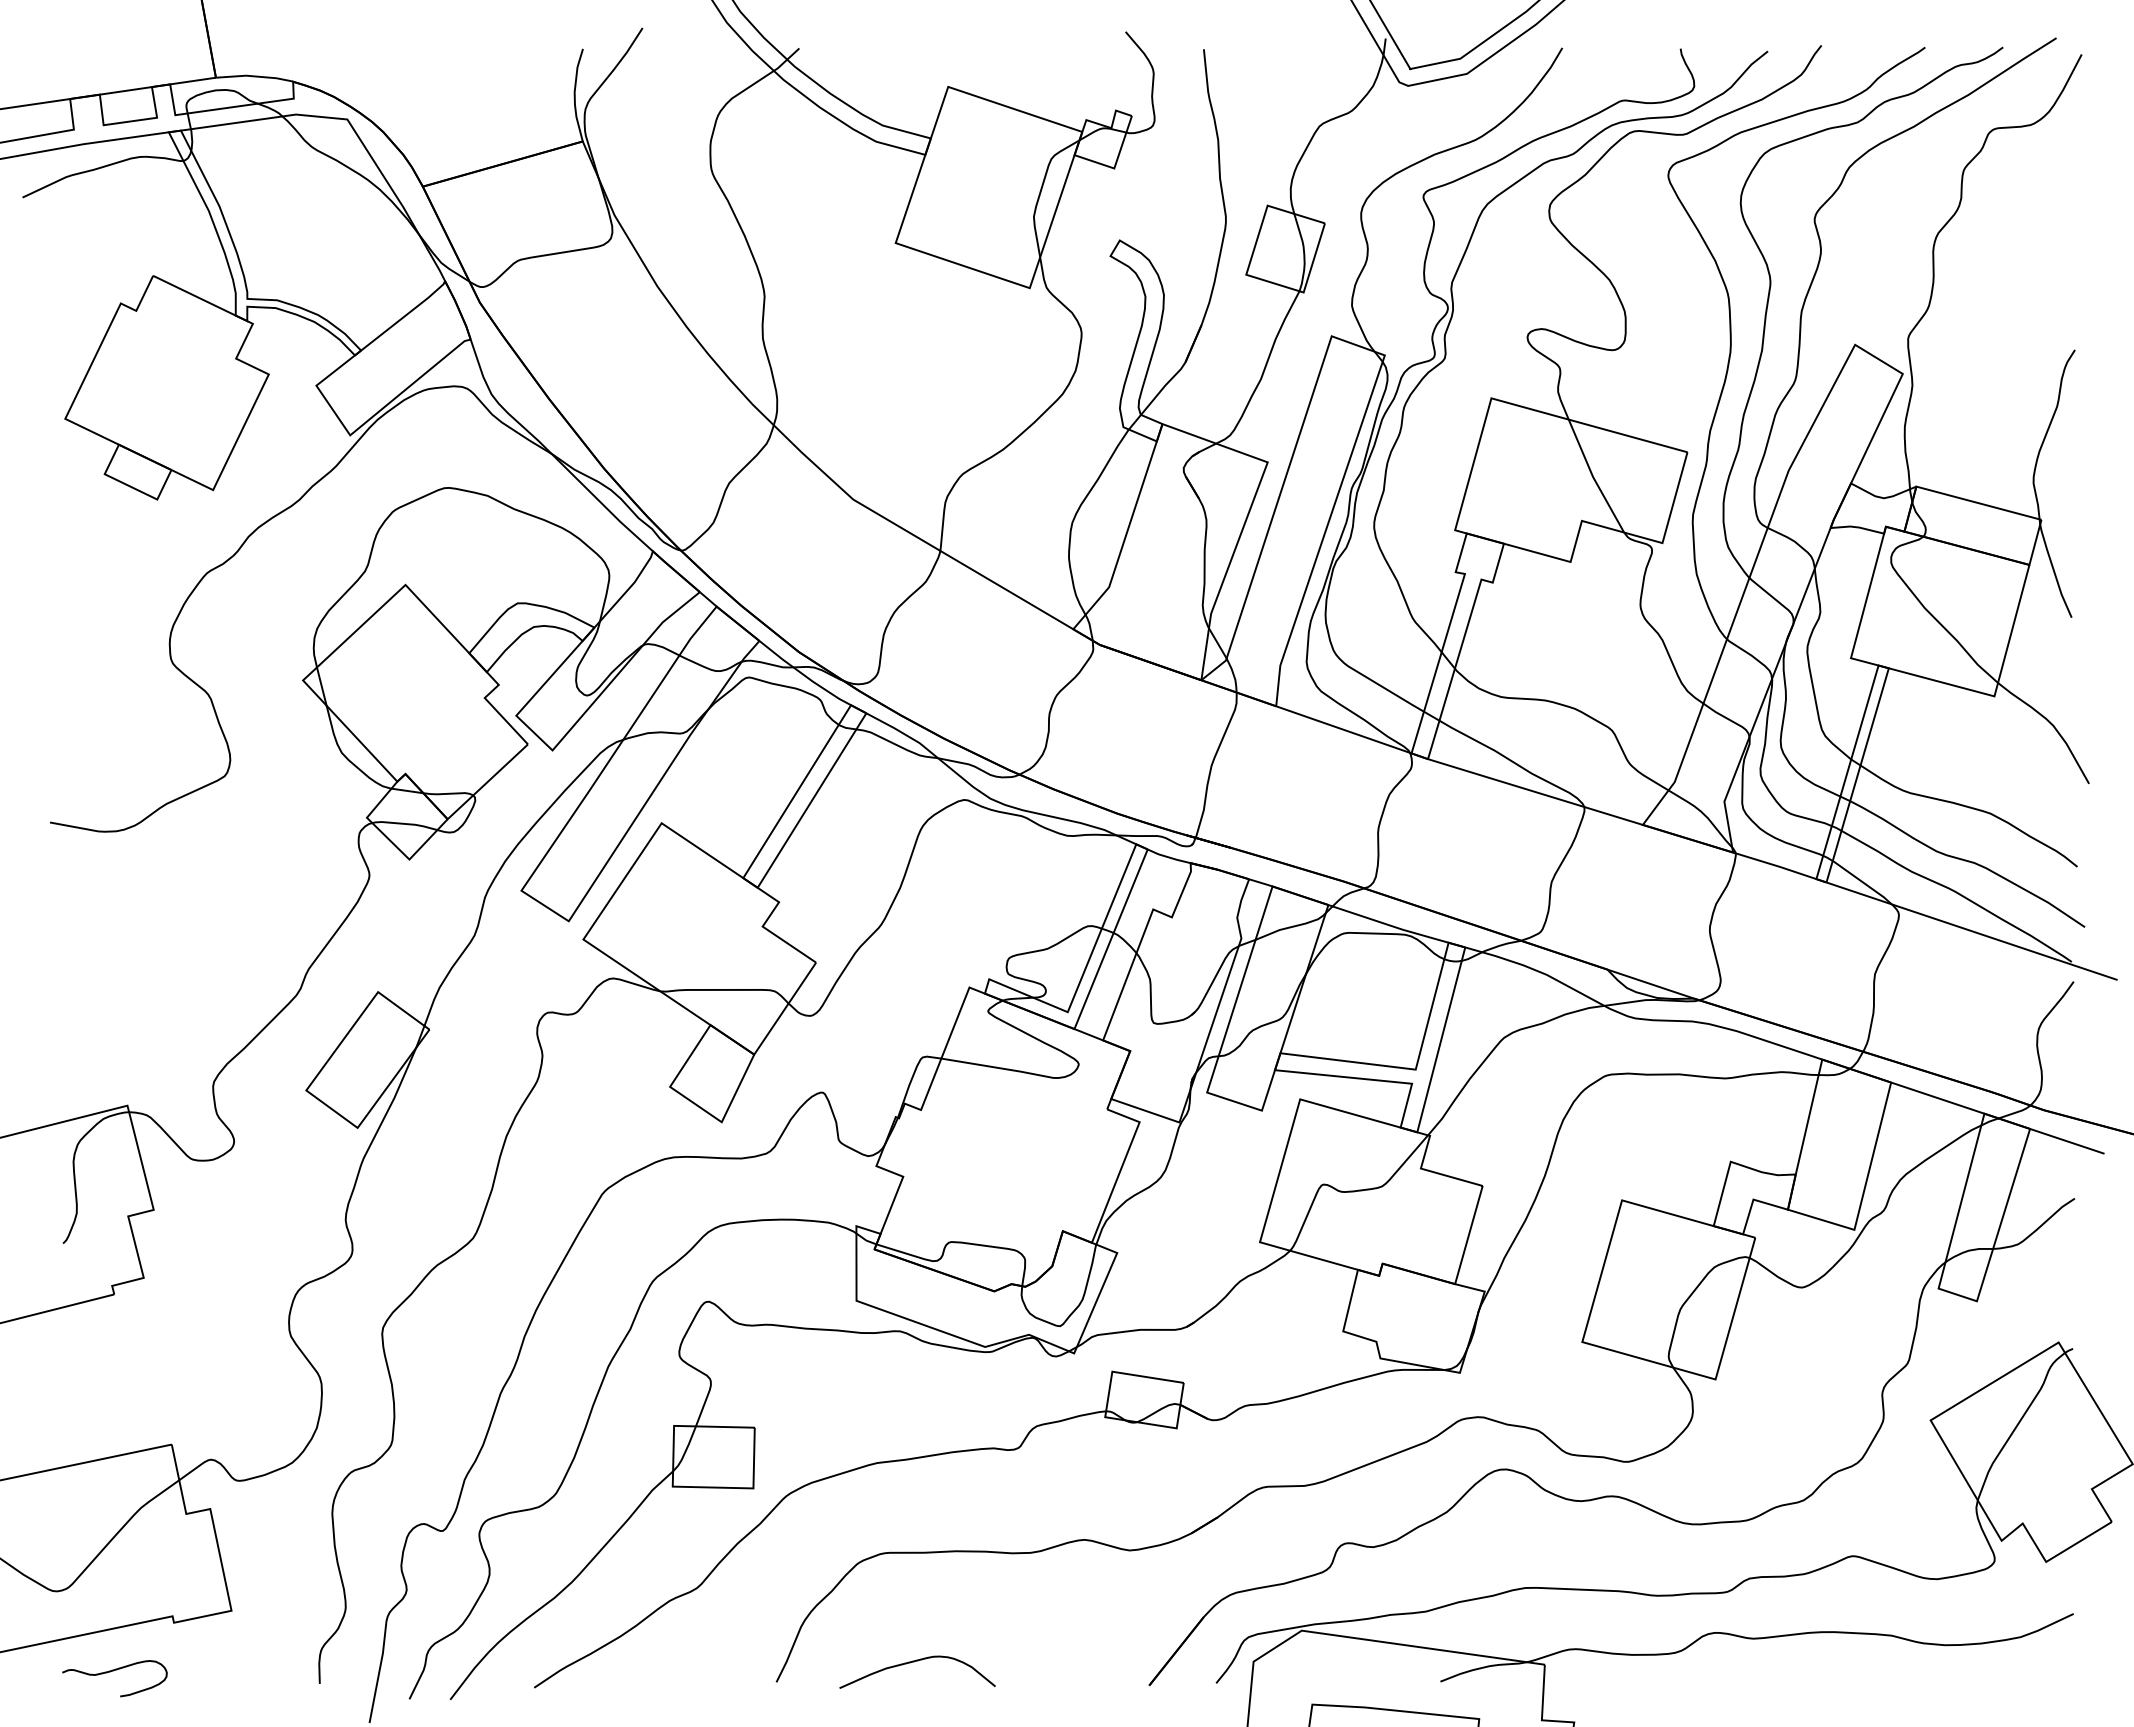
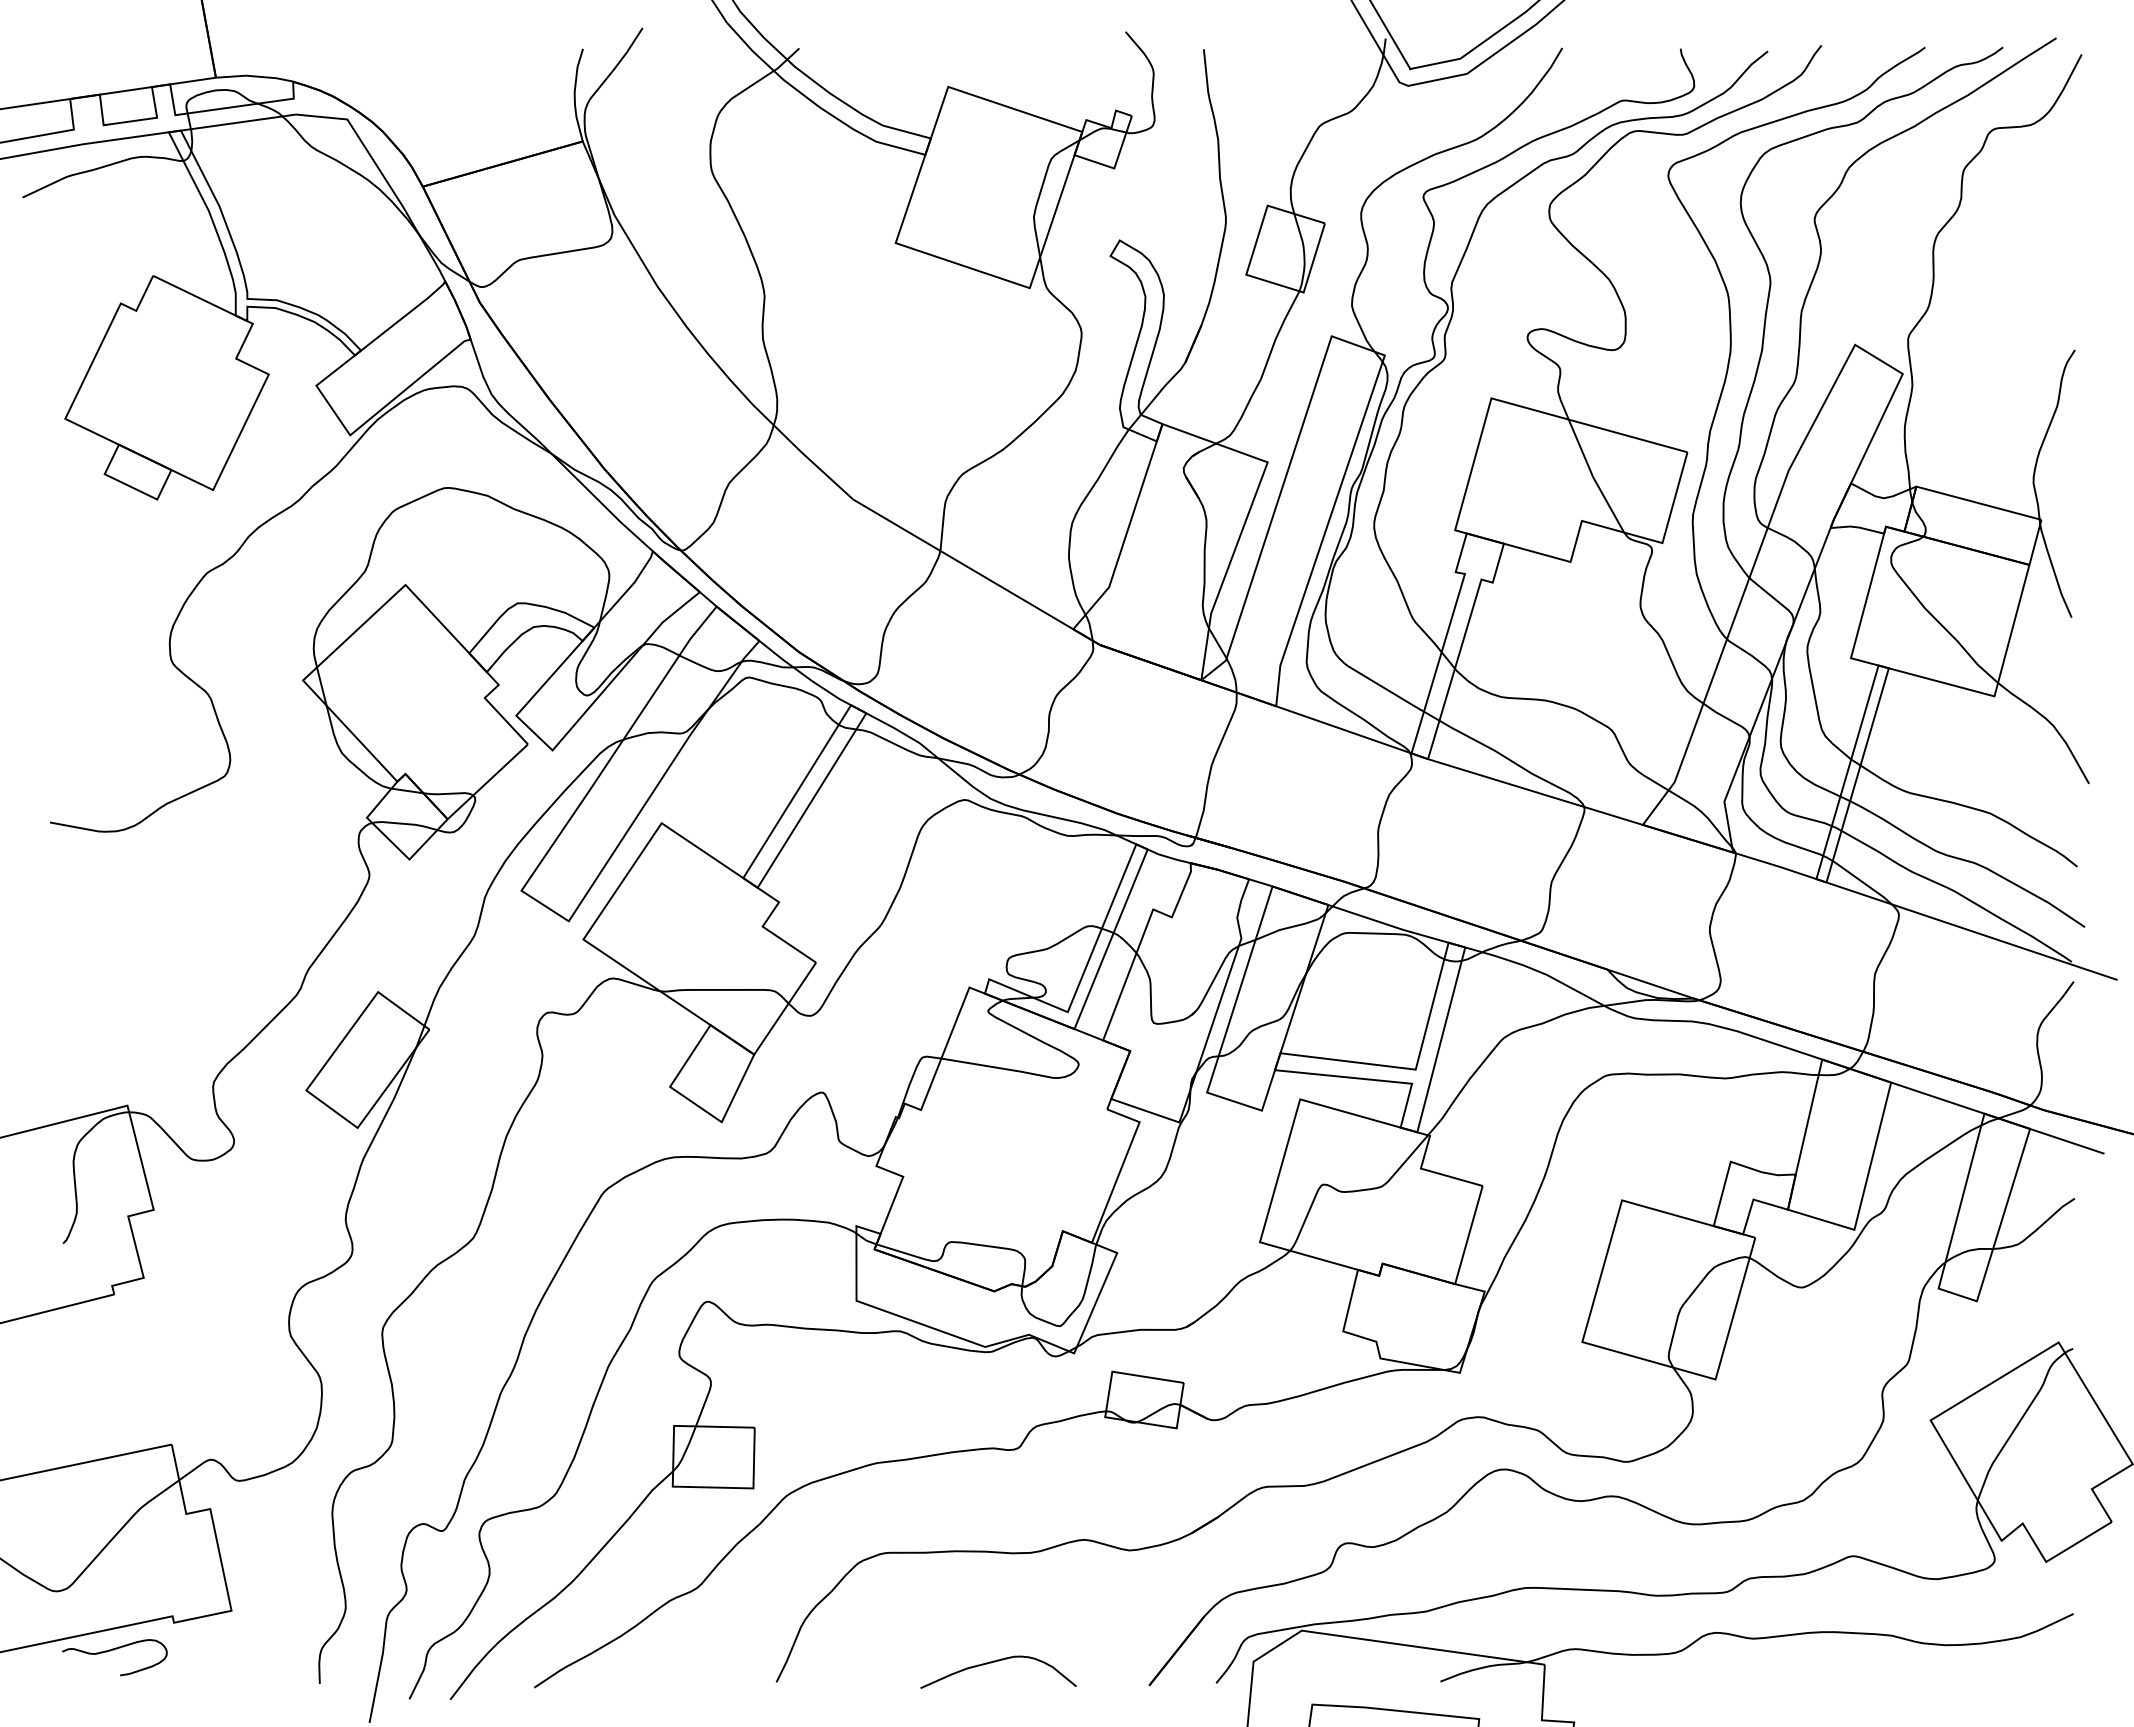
curve at (914, 1662) position: (914, 1662) -> (995, 1662)
curve at (113, 1671) position: (113, 1671) -> (113, 1650)
